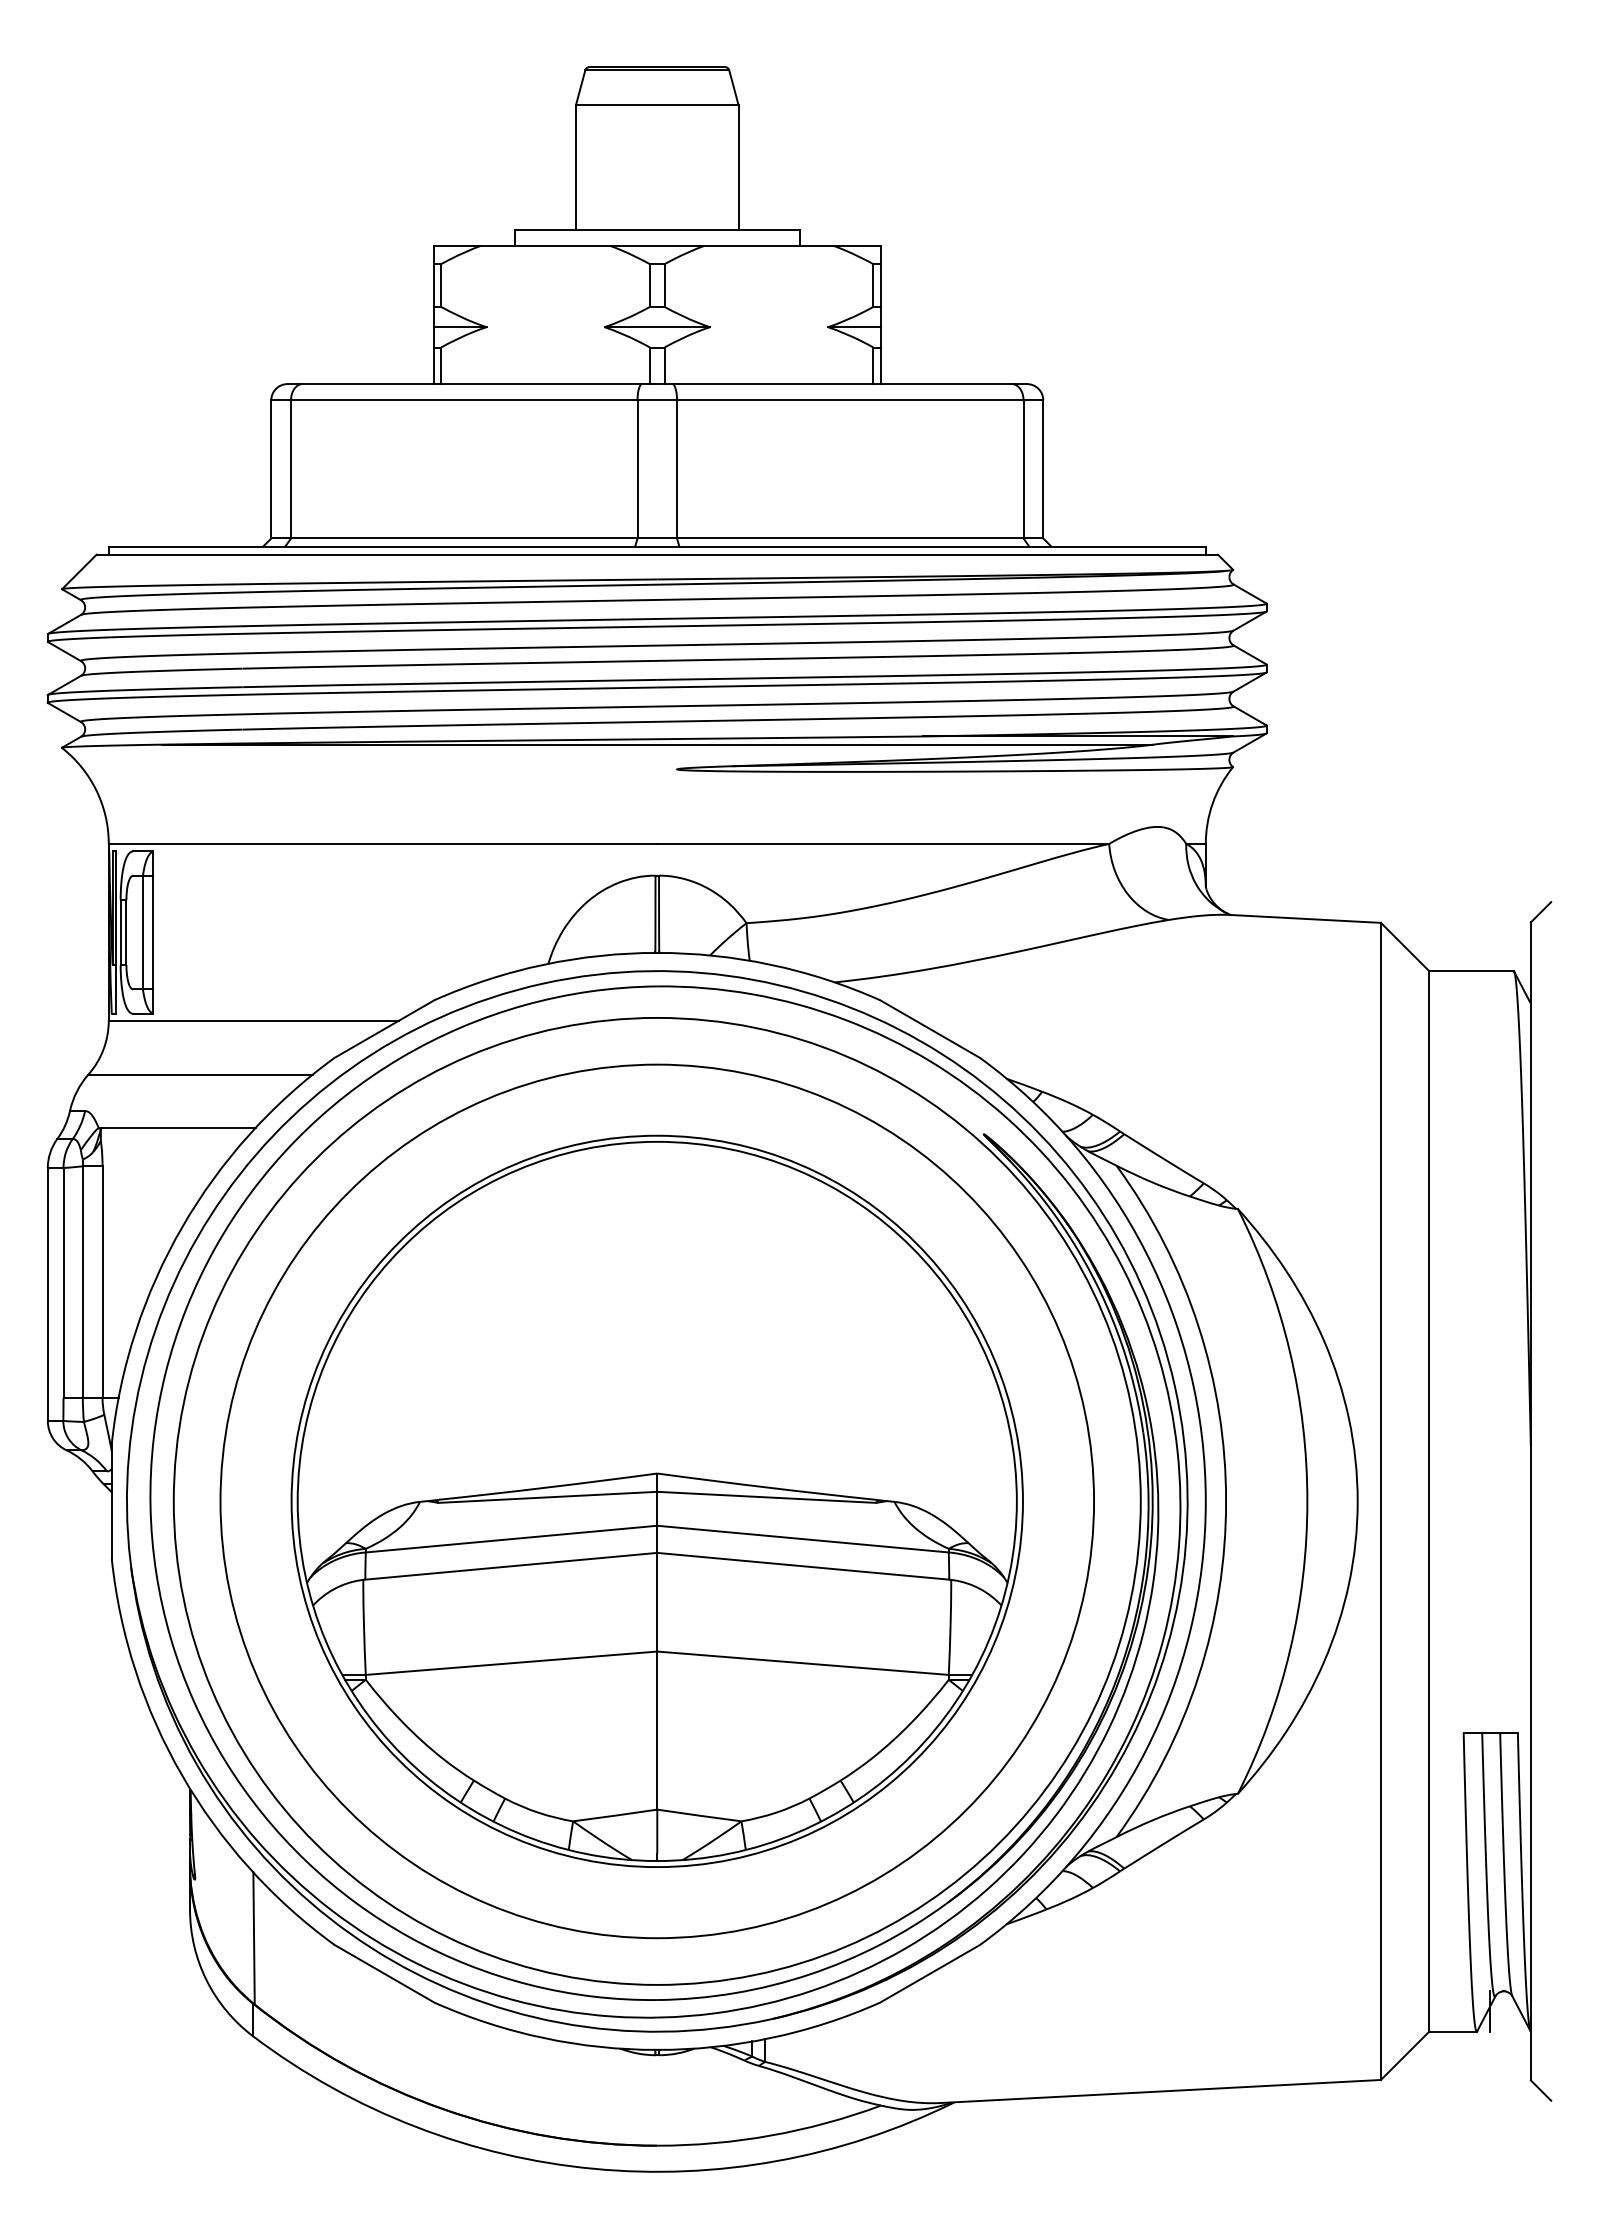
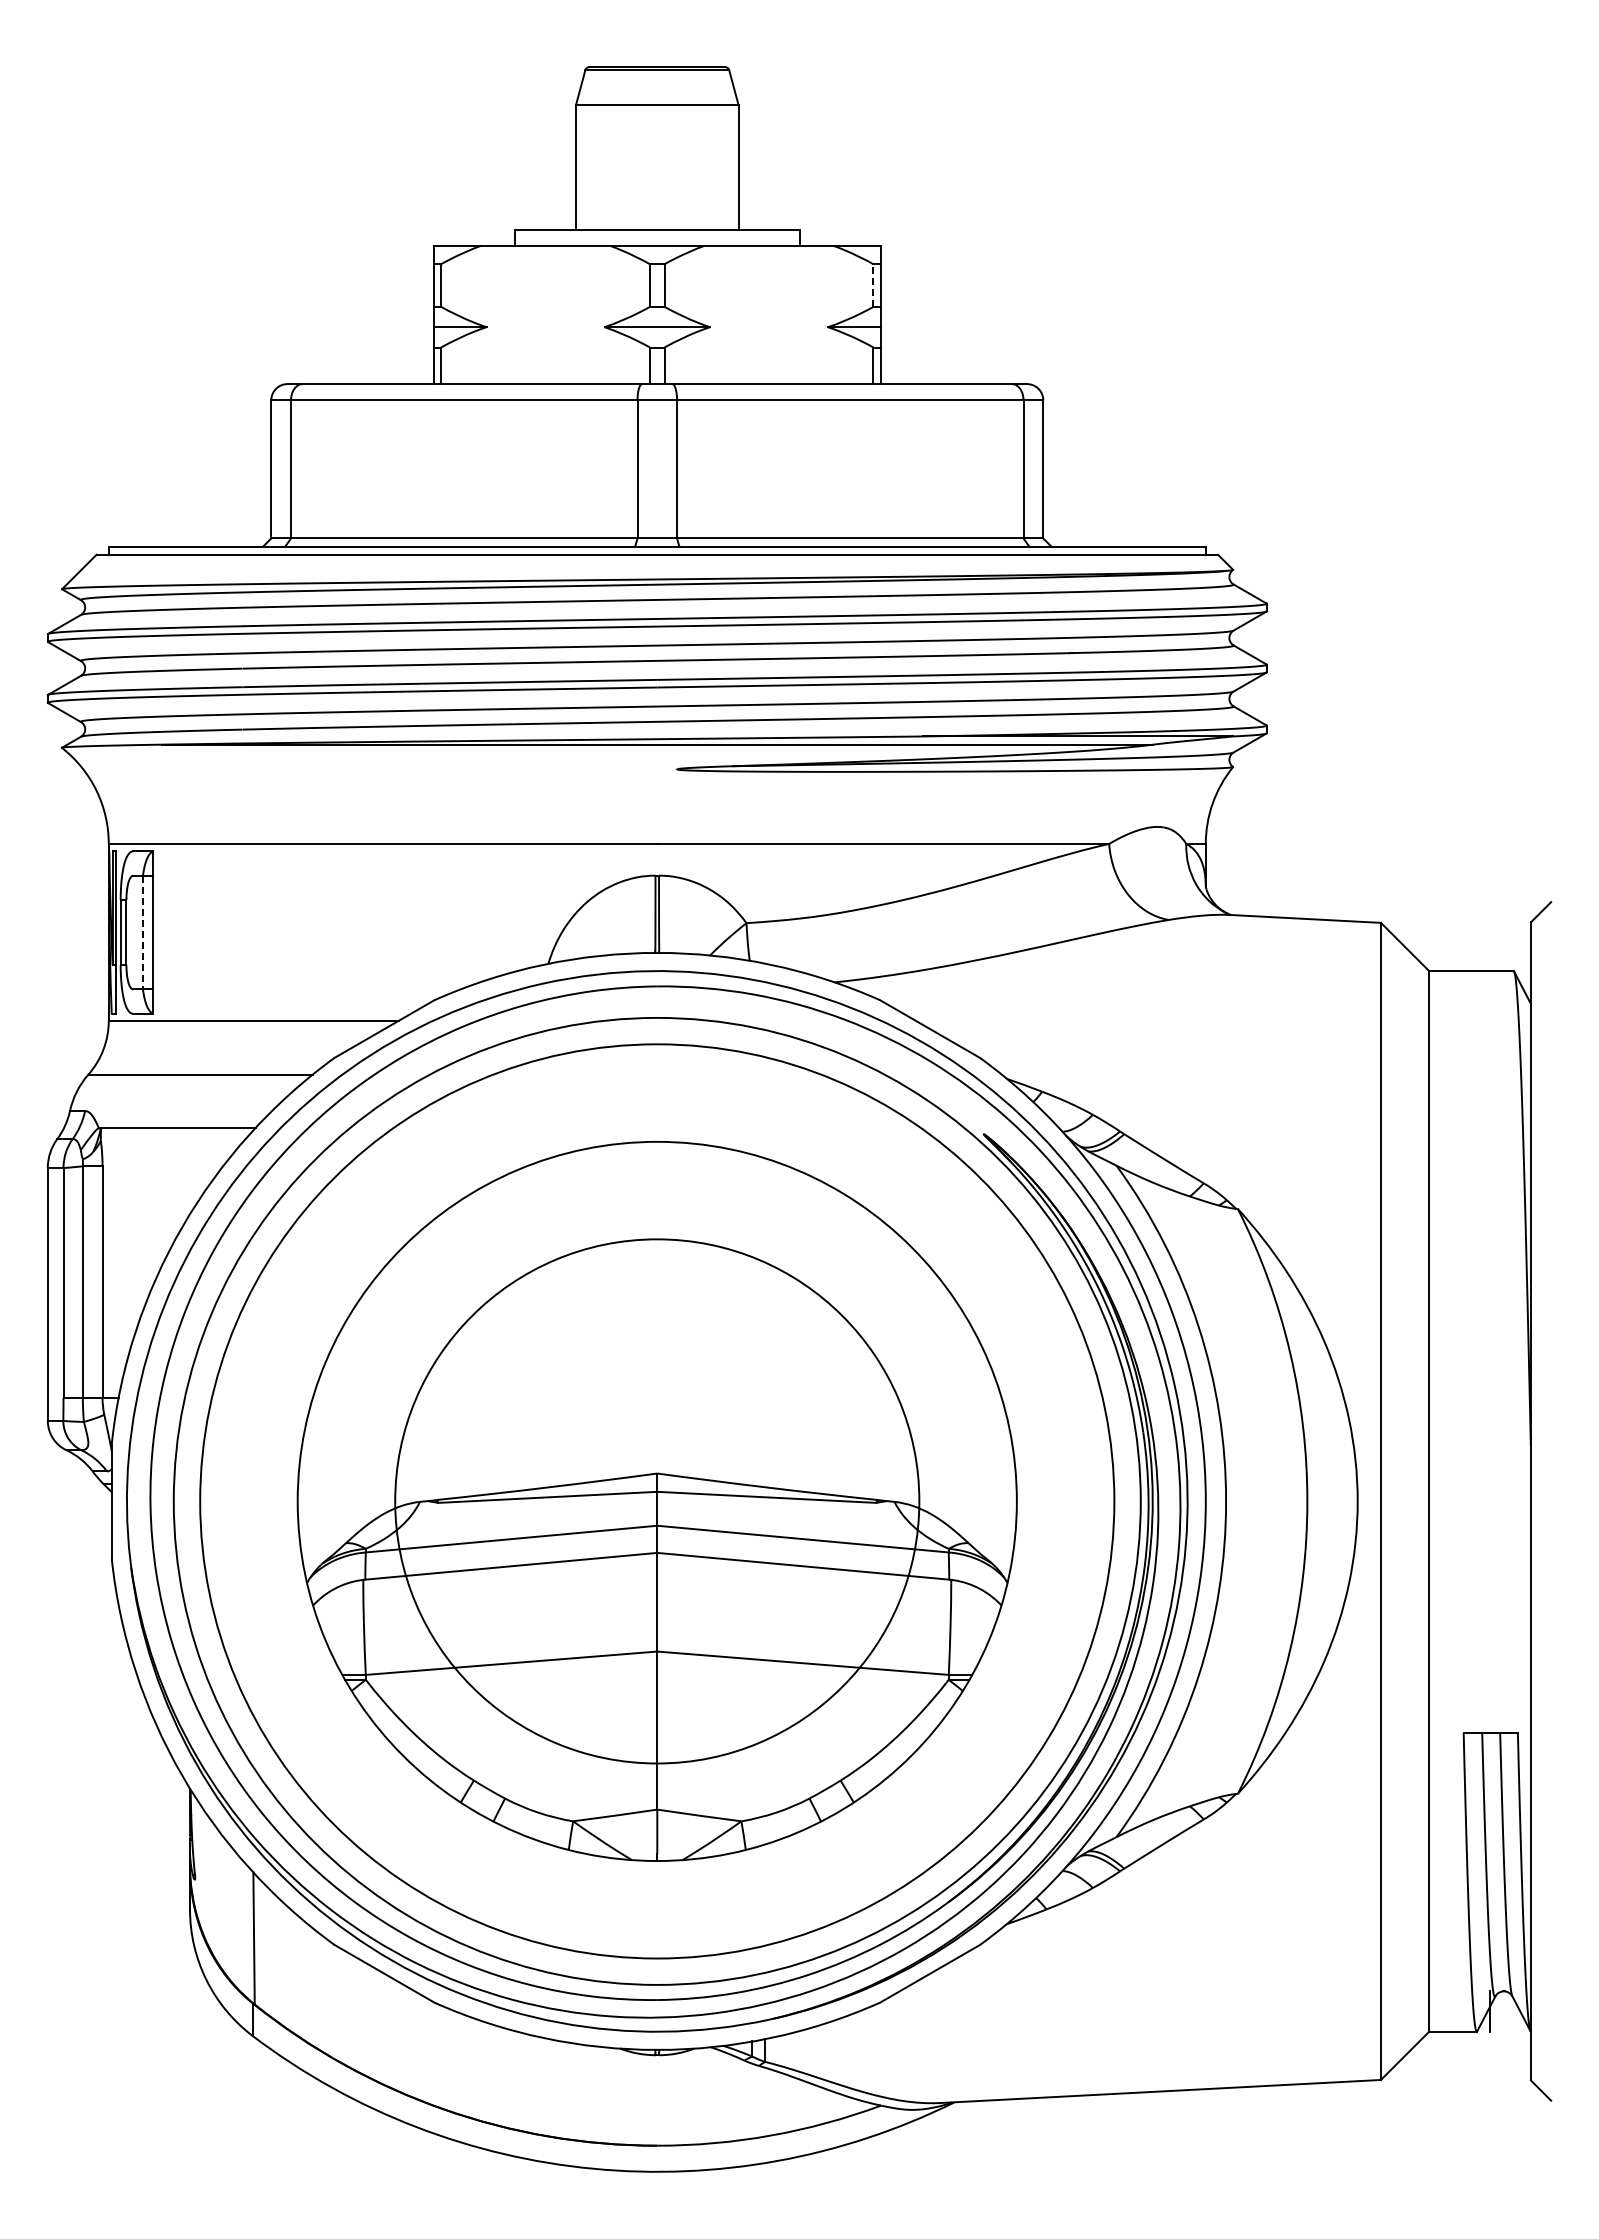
line at (873, 285): solid -> dashed
line at (143, 932): solid -> dashed
circle at (656, 1501) diameter: 731 px -> 914 px
circle at (657, 1501) diameter: 874 px -> 524 px
